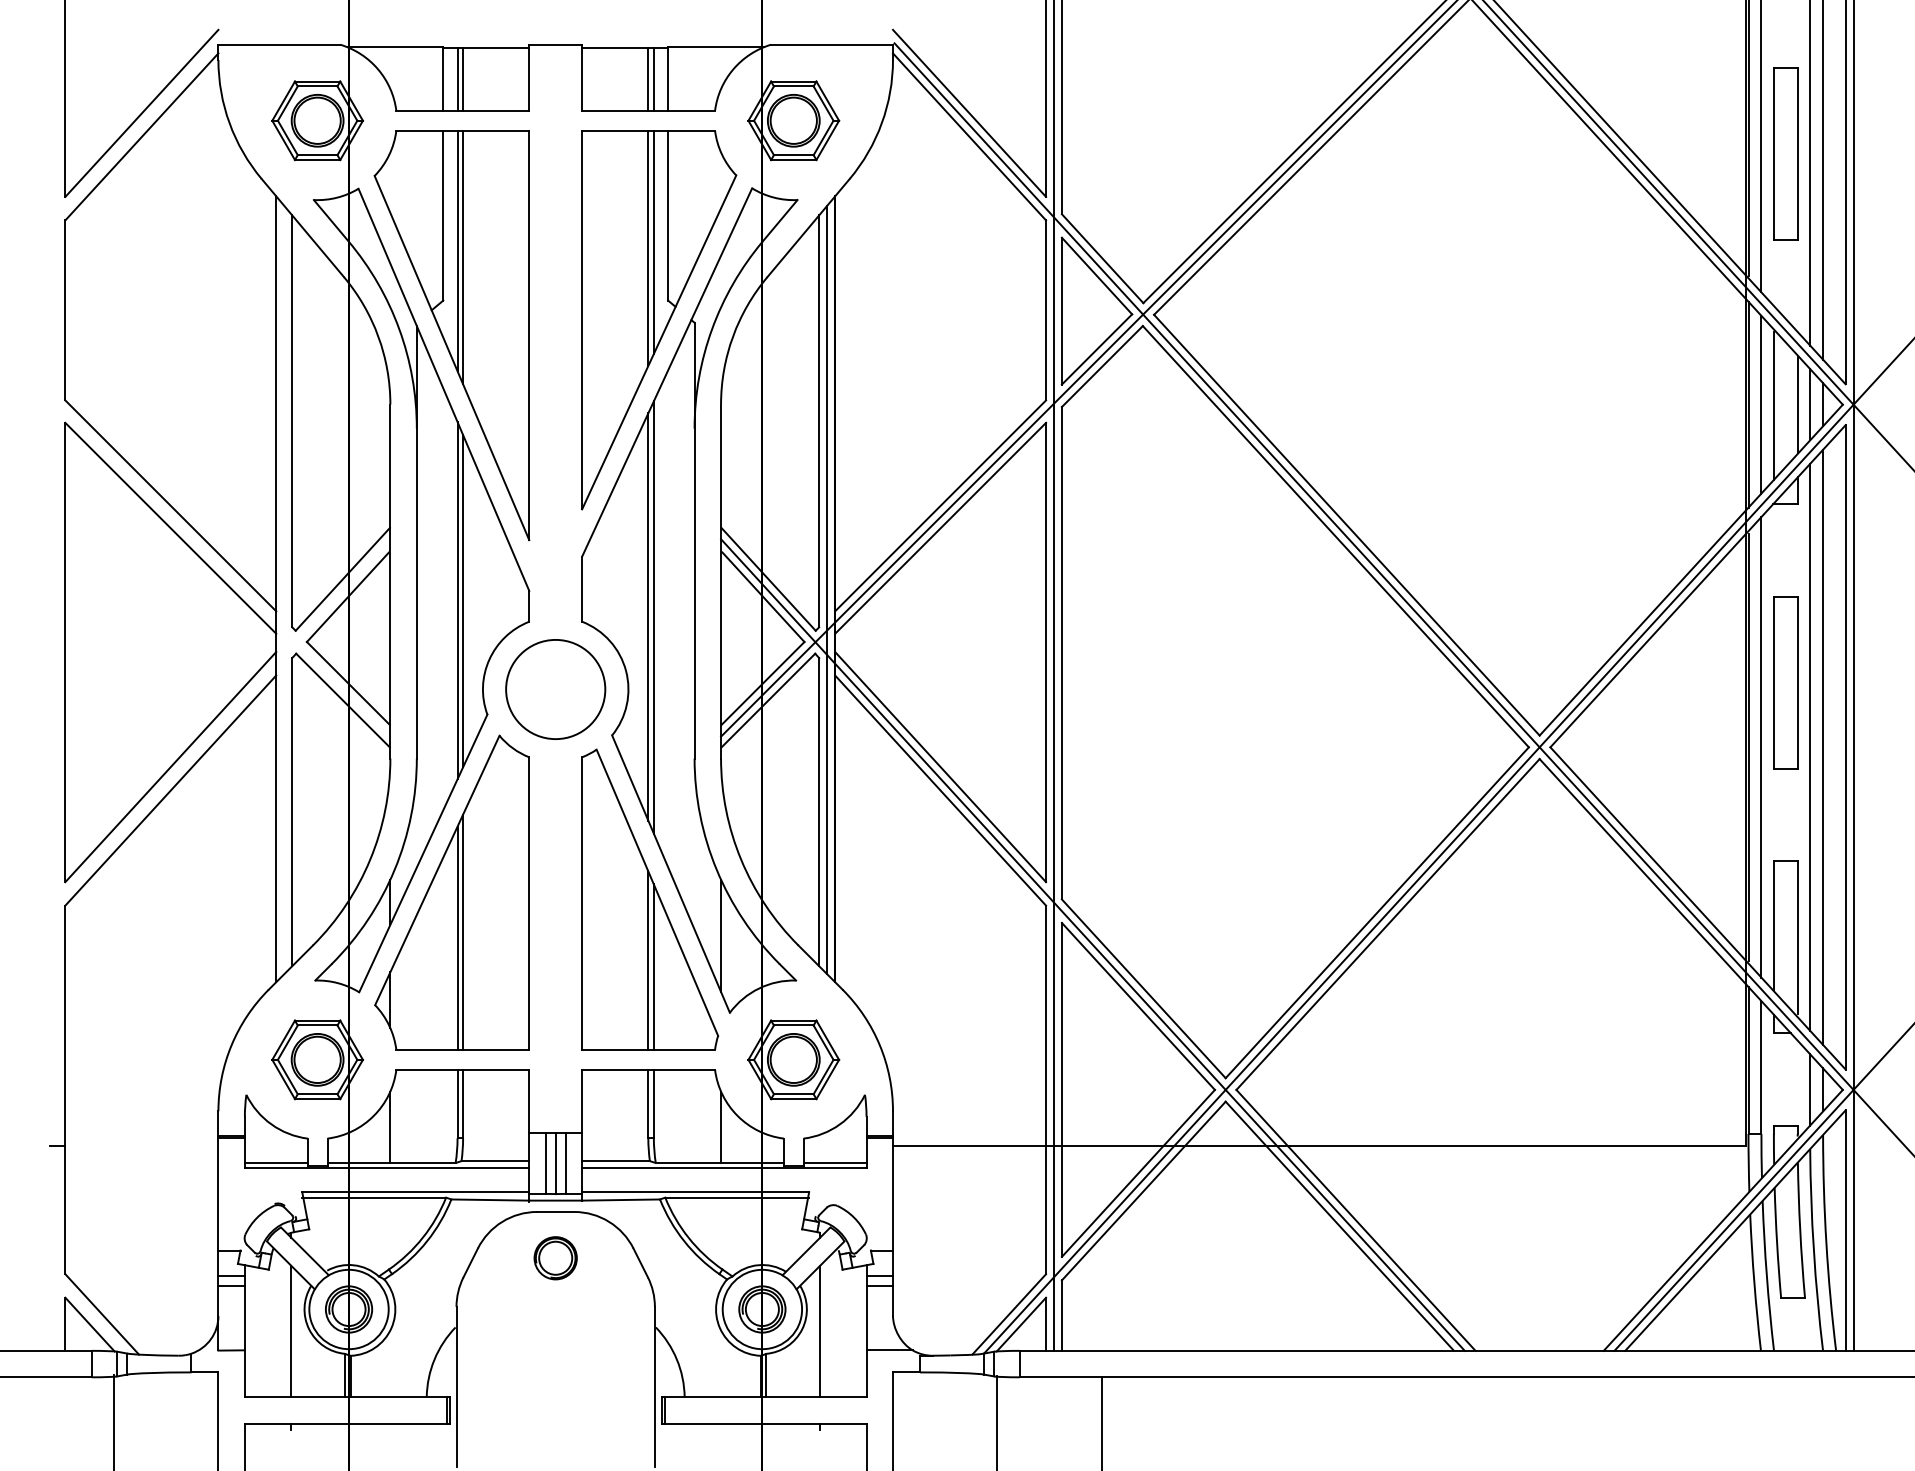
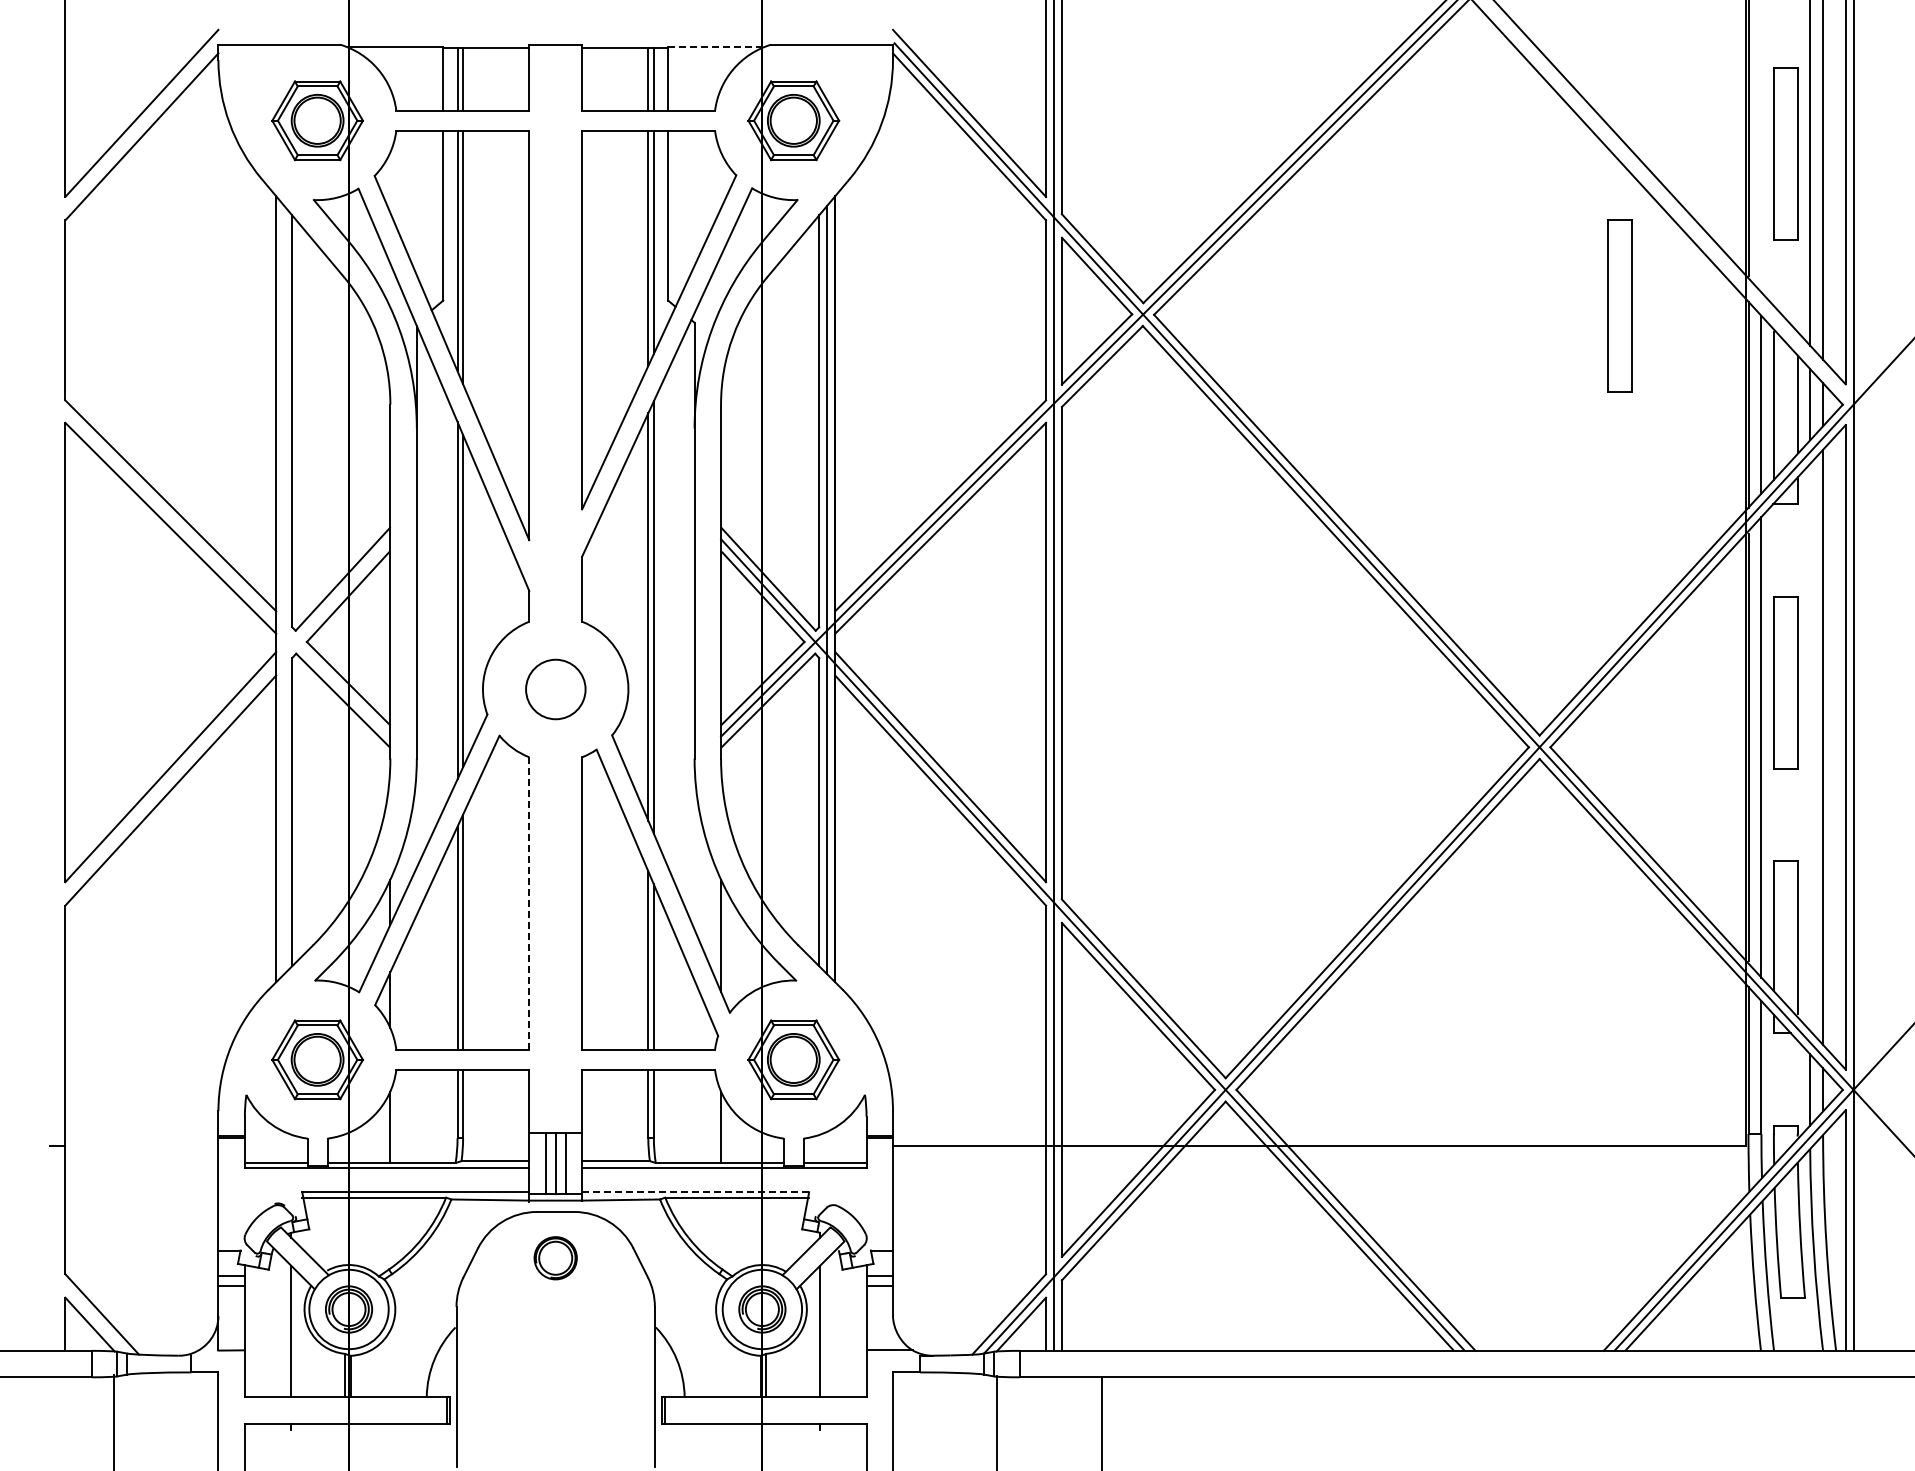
line at (715, 47): solid -> dashed
line at (1761, 147): present -> none
line at (1697, 235): present -> none
part at (1619, 305): none -> present
circle at (555, 689) size: 102x101 px -> 62x63 px
line at (1810, 746): present -> none
line at (529, 904): solid -> dashed
line at (696, 1192): solid -> dashed
